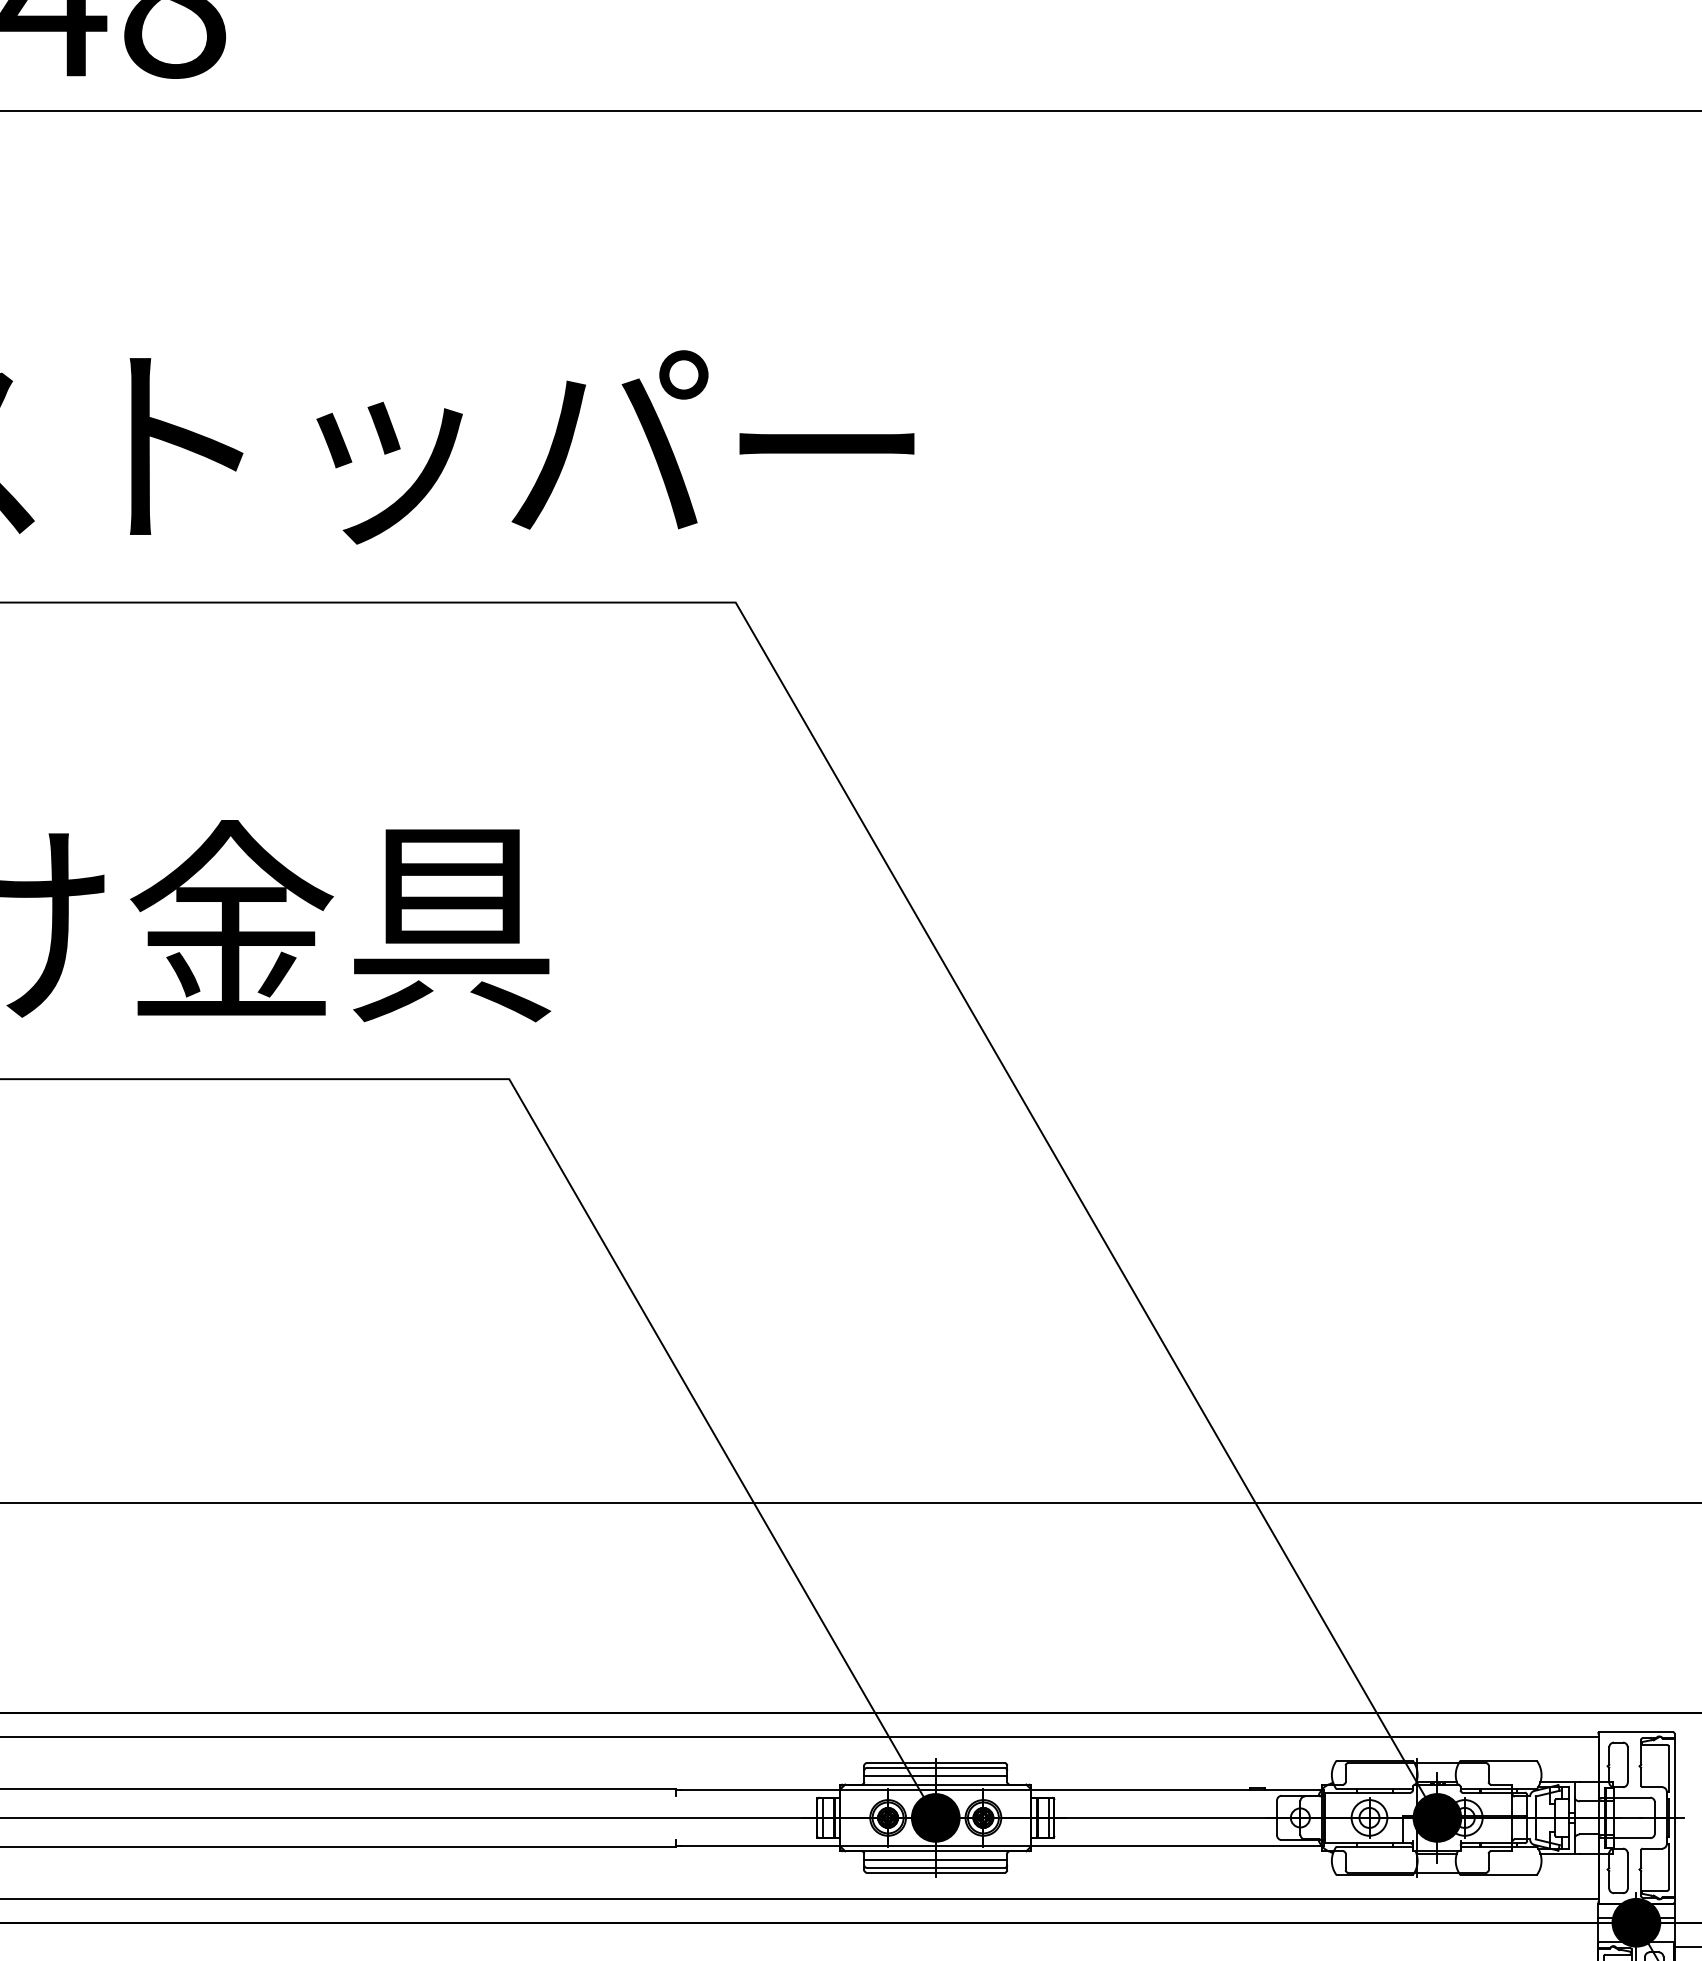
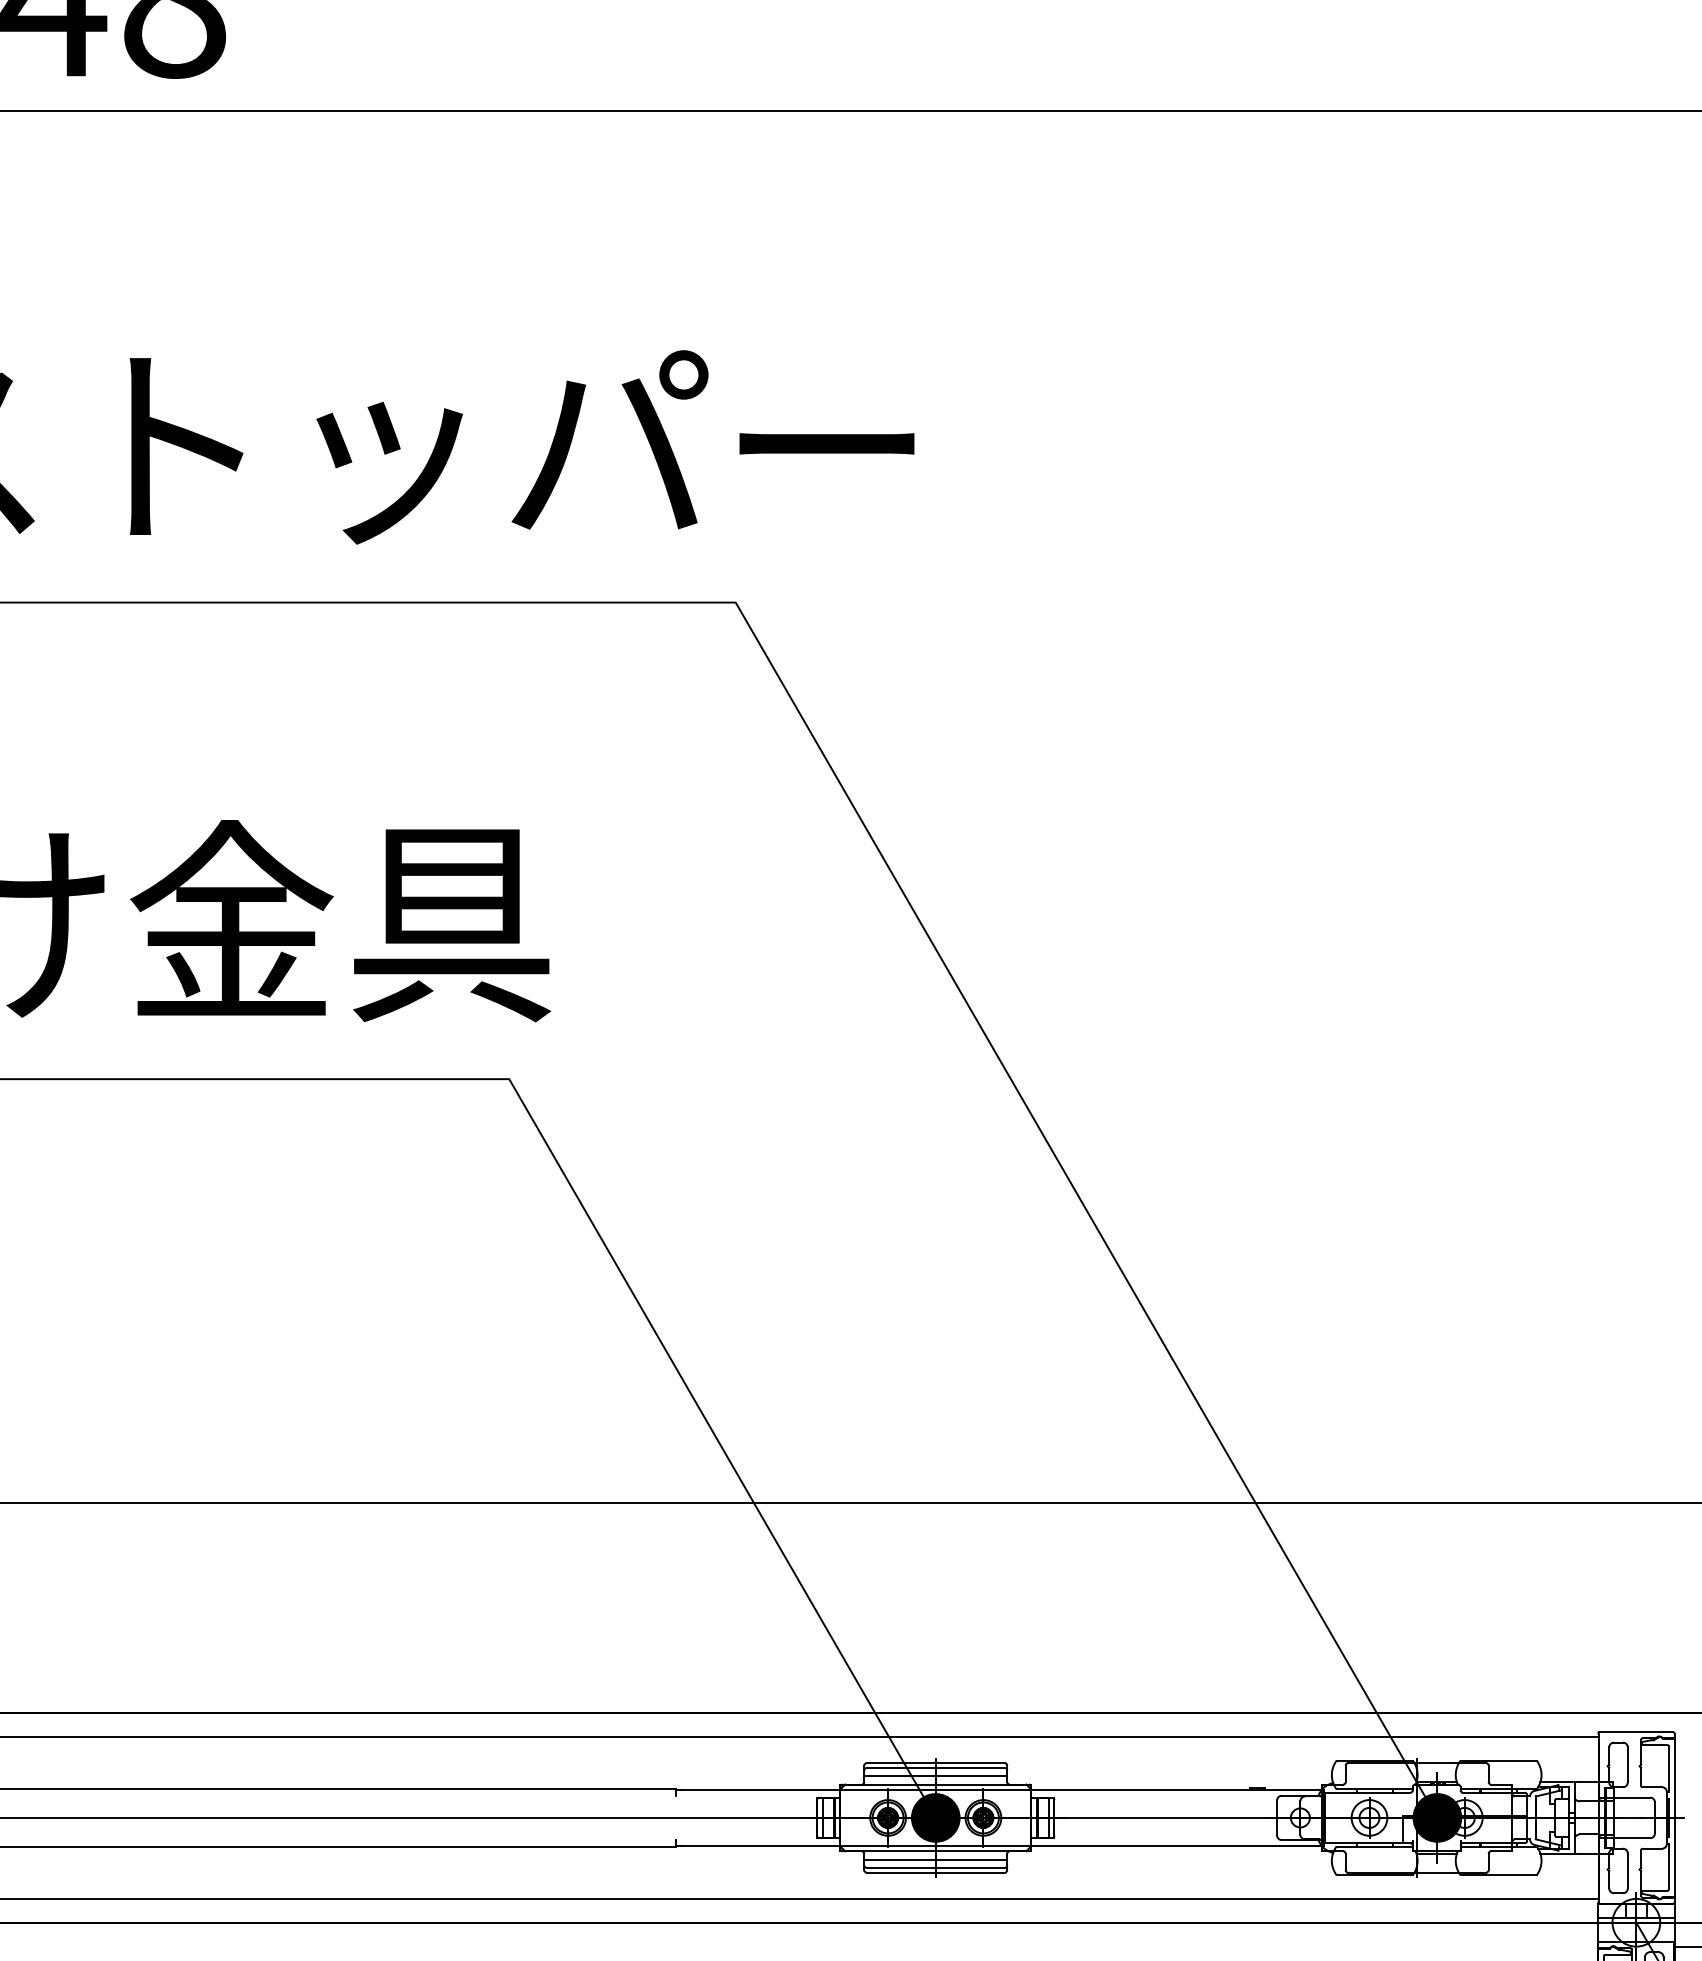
fill at (1636, 1922): present -> none
